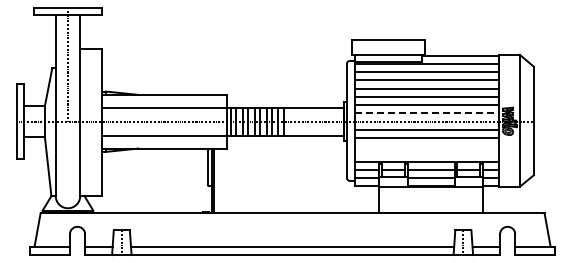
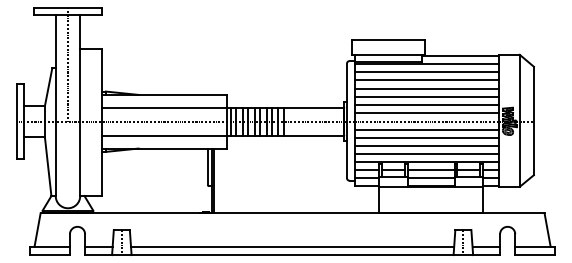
line at (427, 113): dashed -> solid
line at (426, 145): none -> present
line at (426, 153): none -> present
